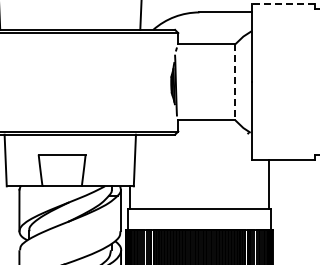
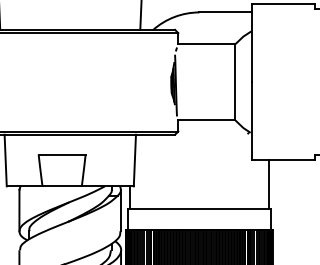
line at (283, 4): dashed -> solid
line at (235, 82): dashed -> solid
